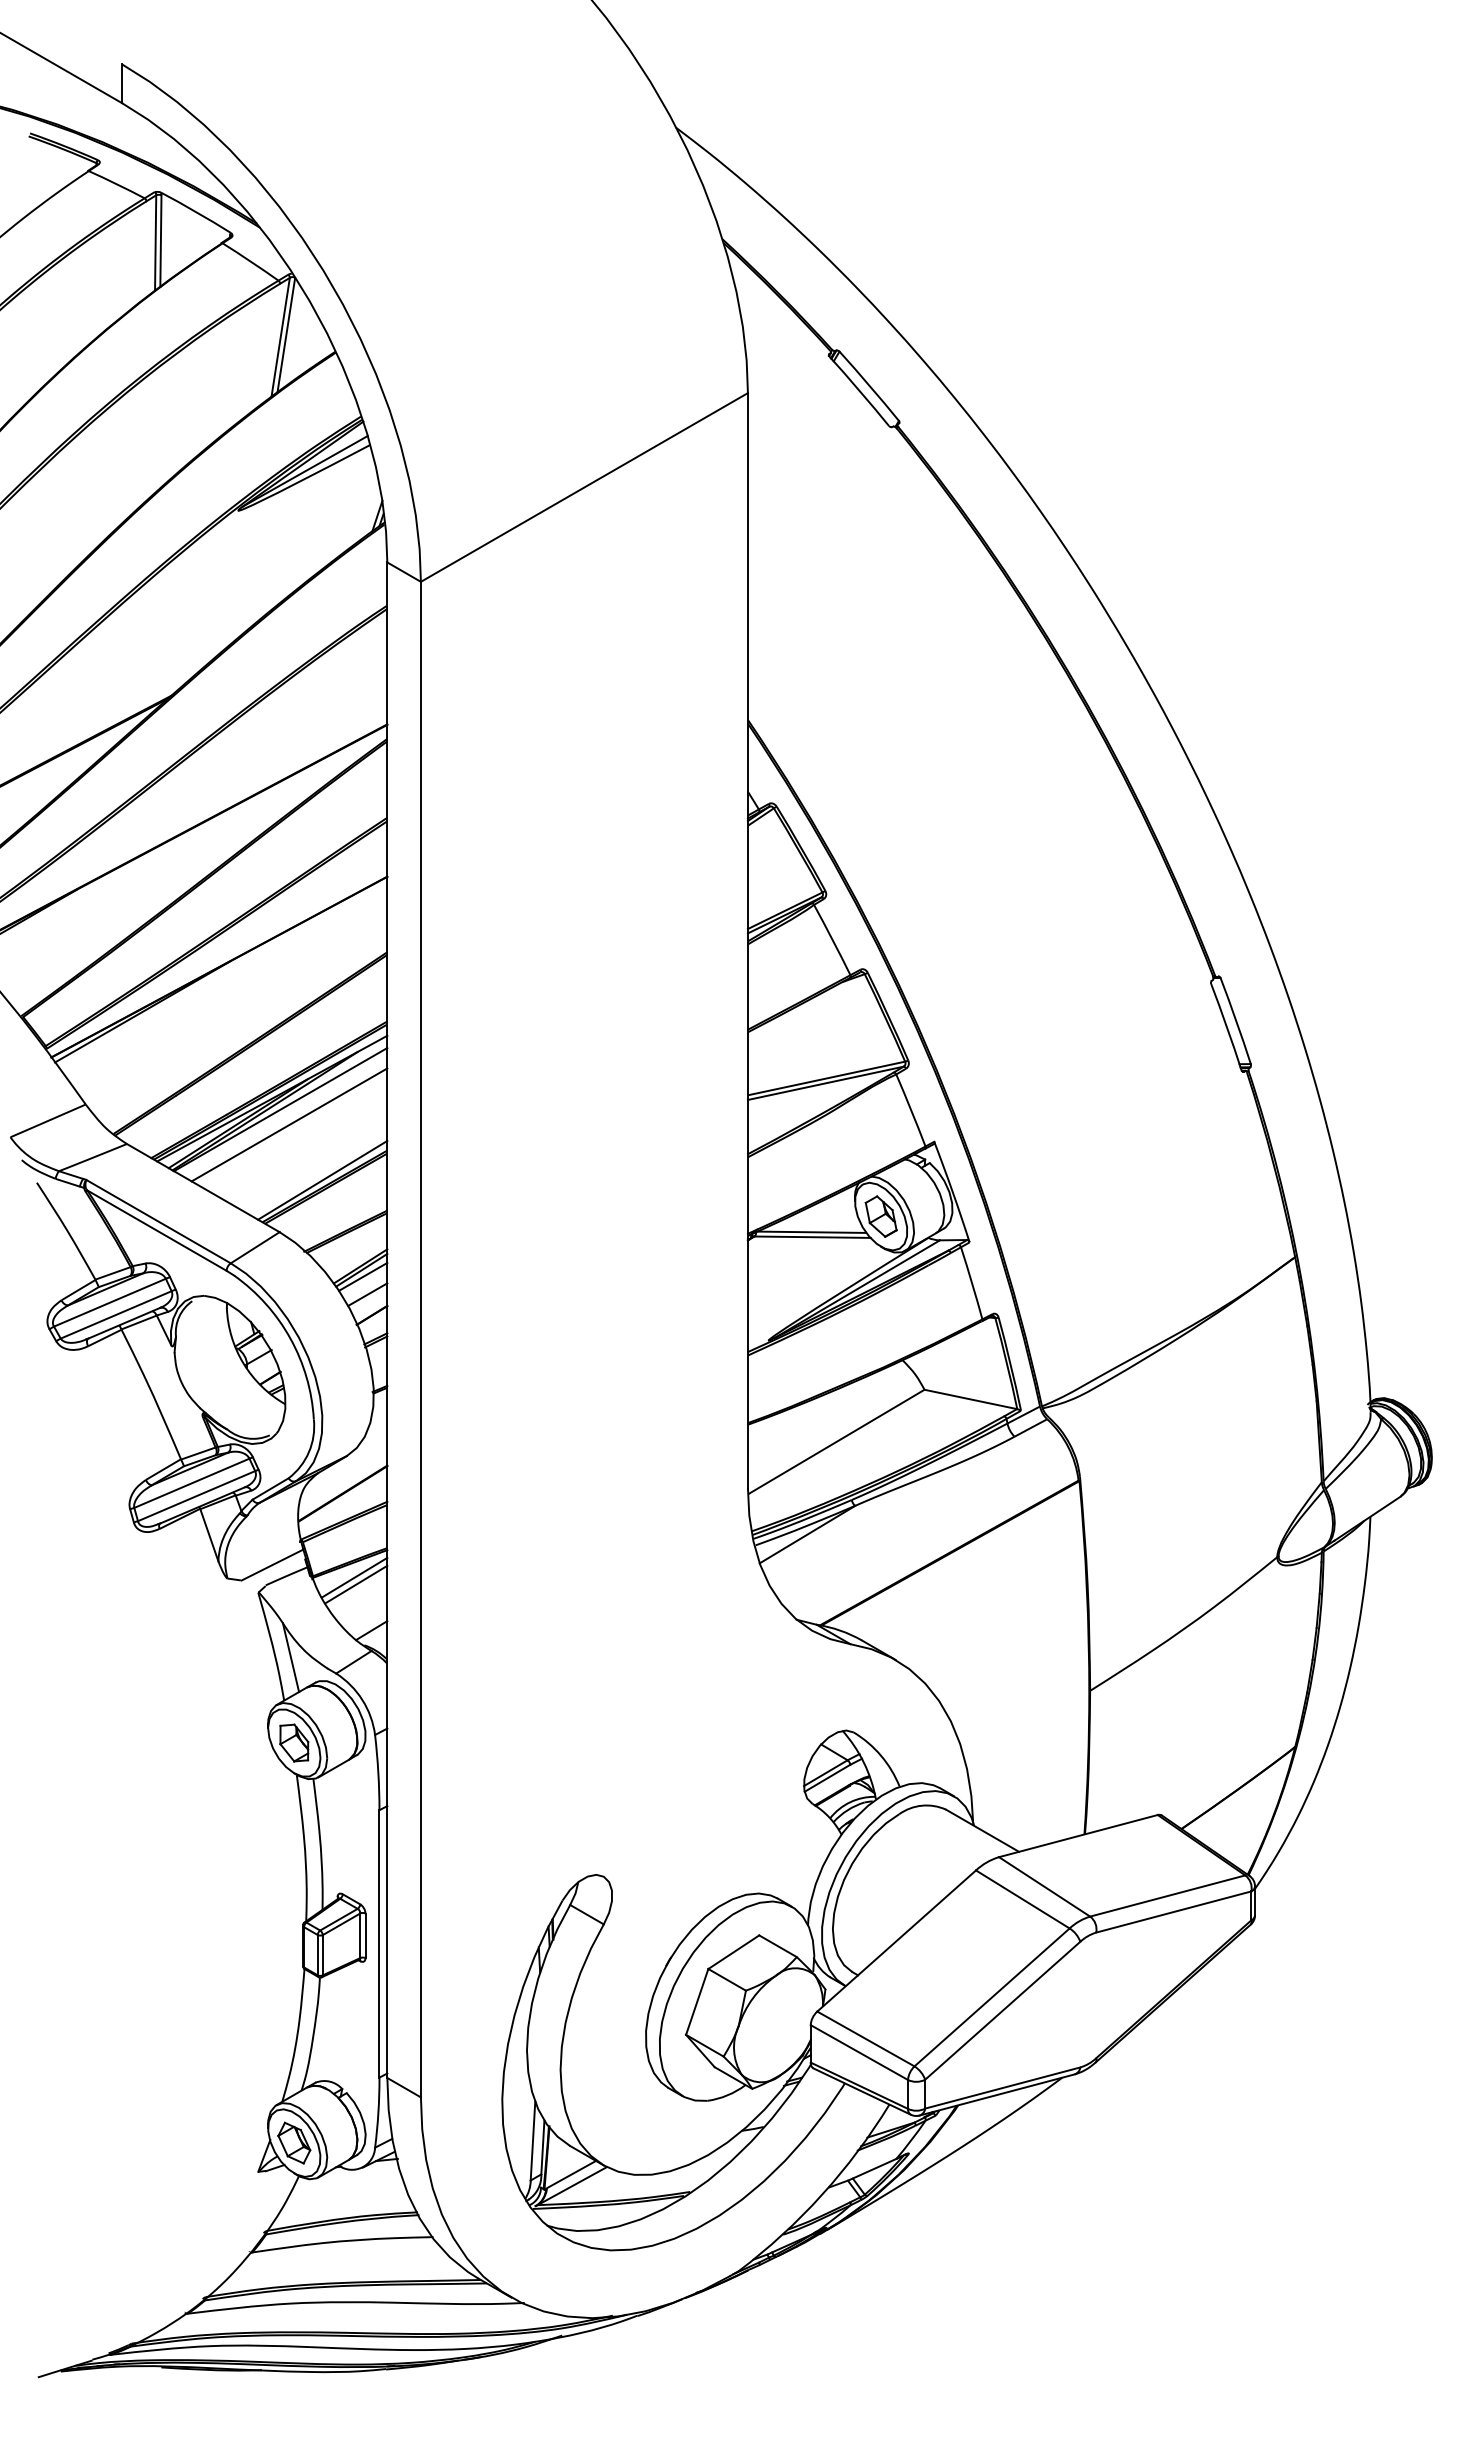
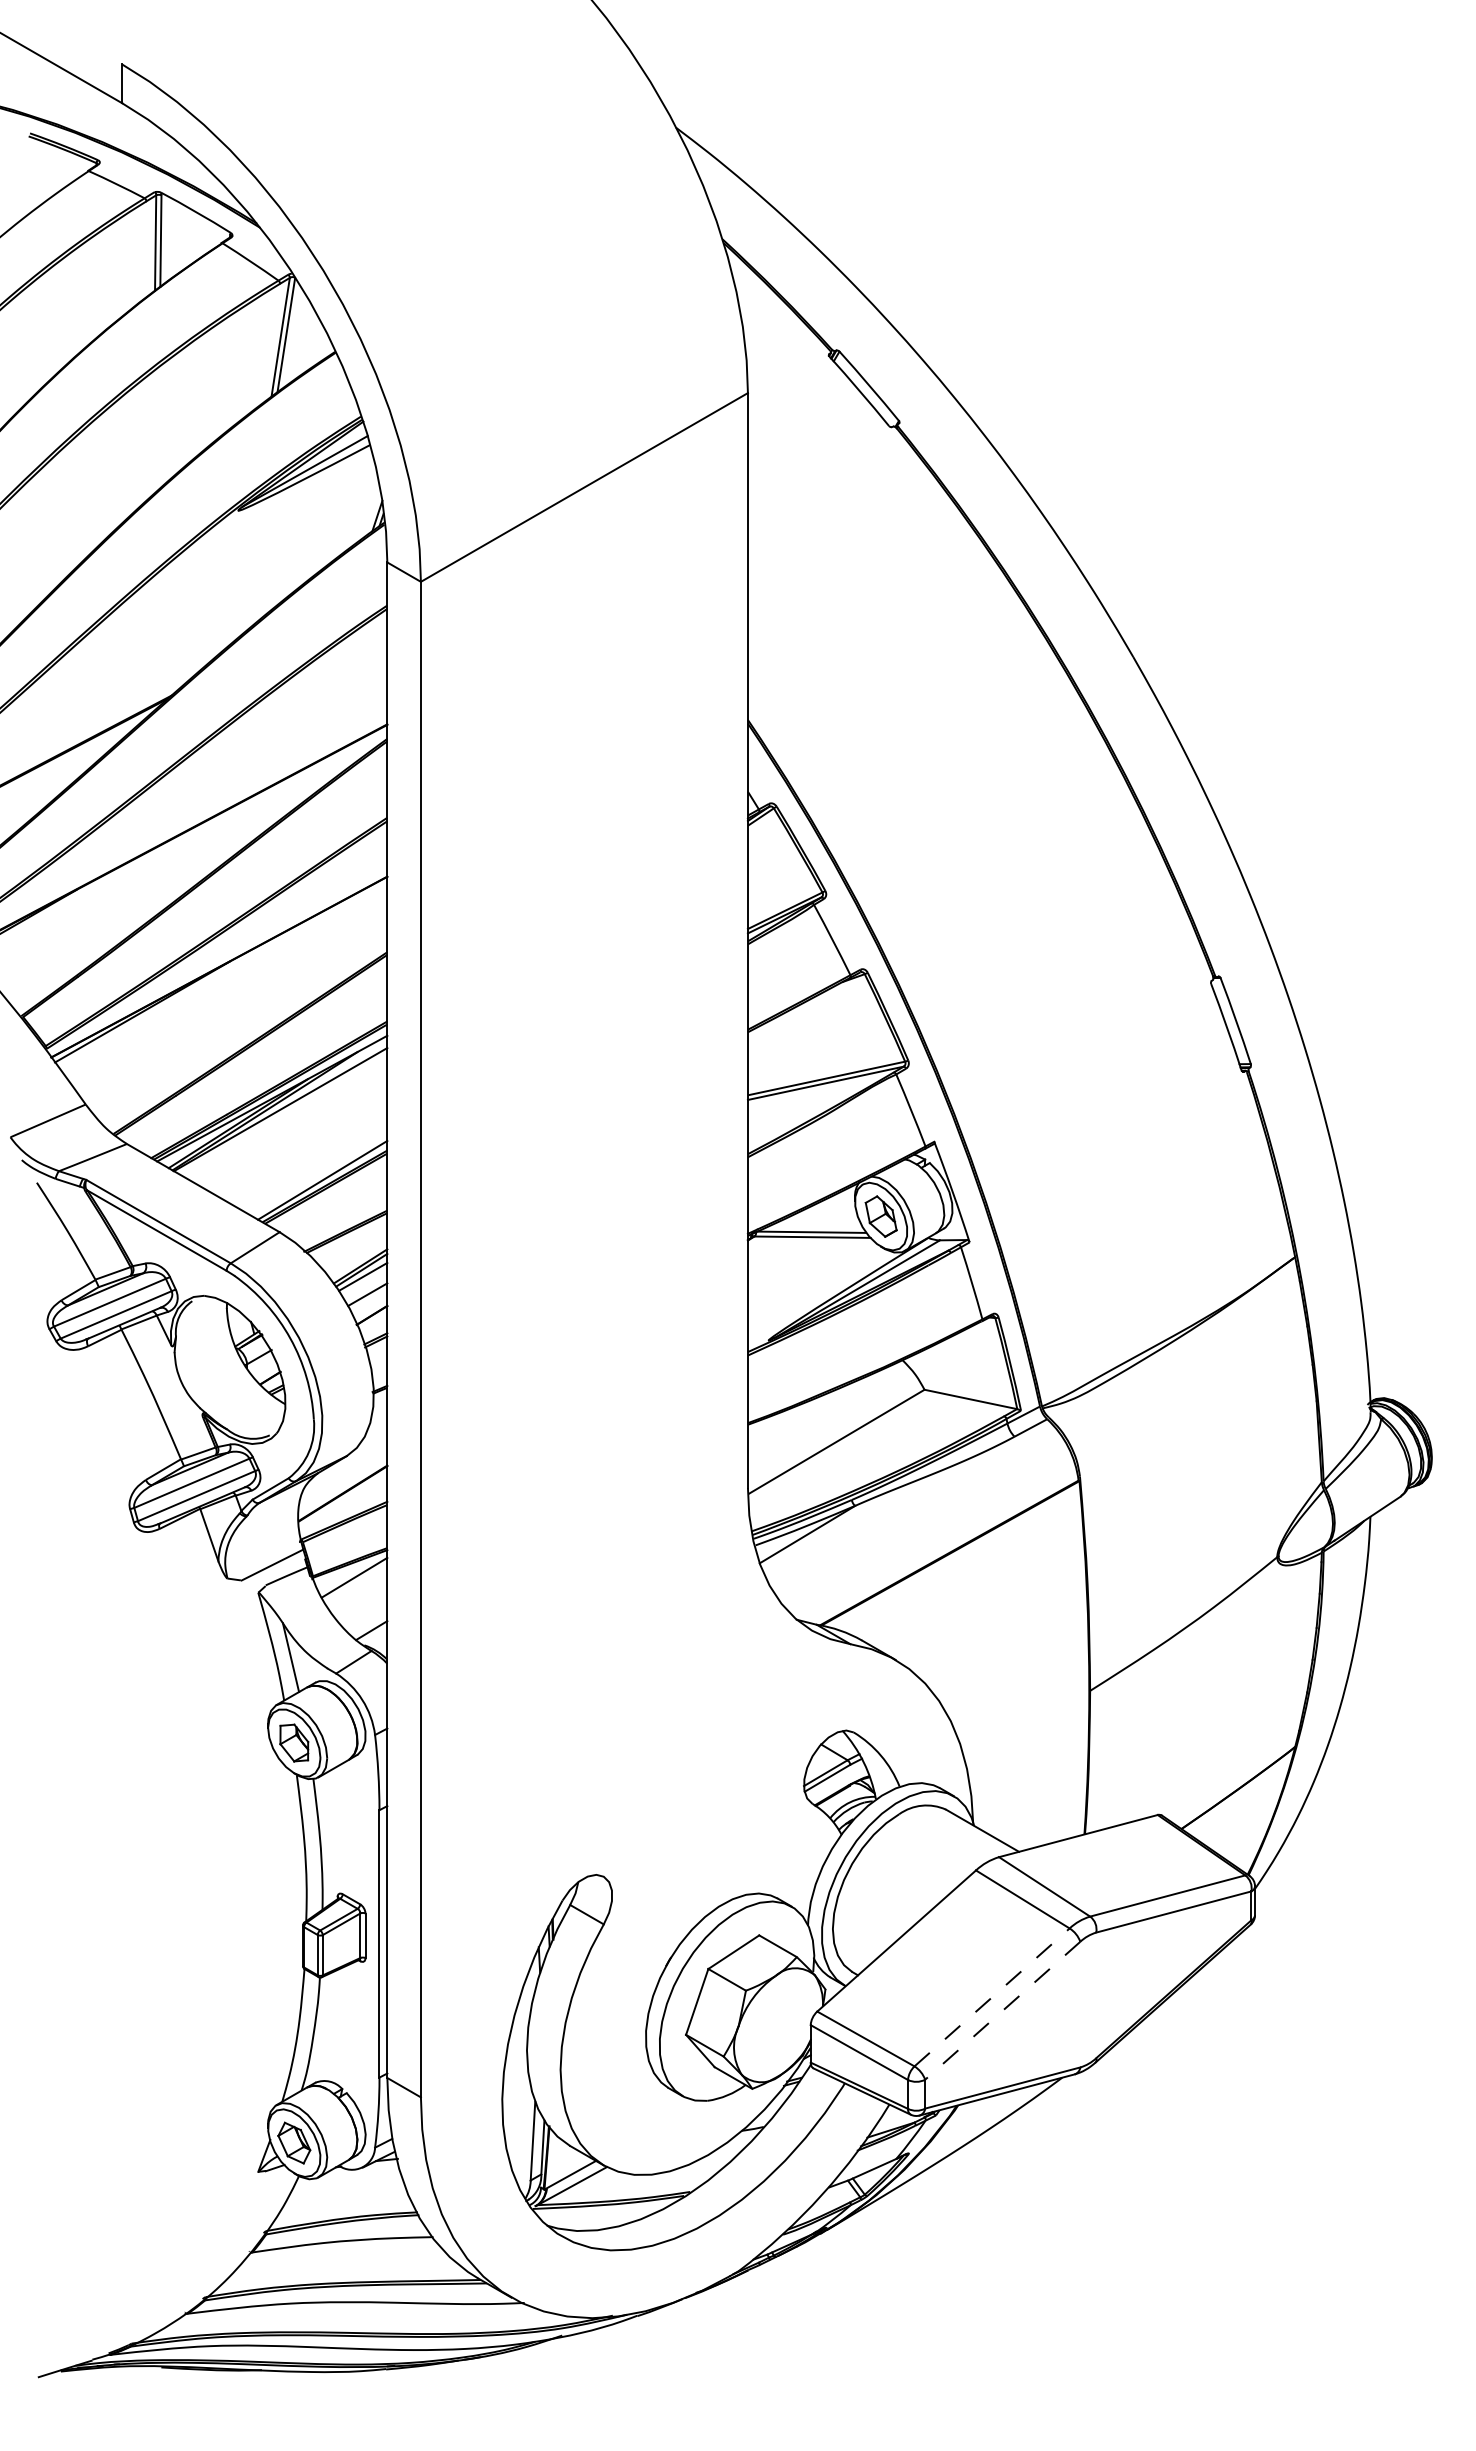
line at (289, 1124): present -> none
line at (356, 1584): present -> none
line at (992, 1997): solid -> dashed
line at (1002, 2010): solid -> dashed
